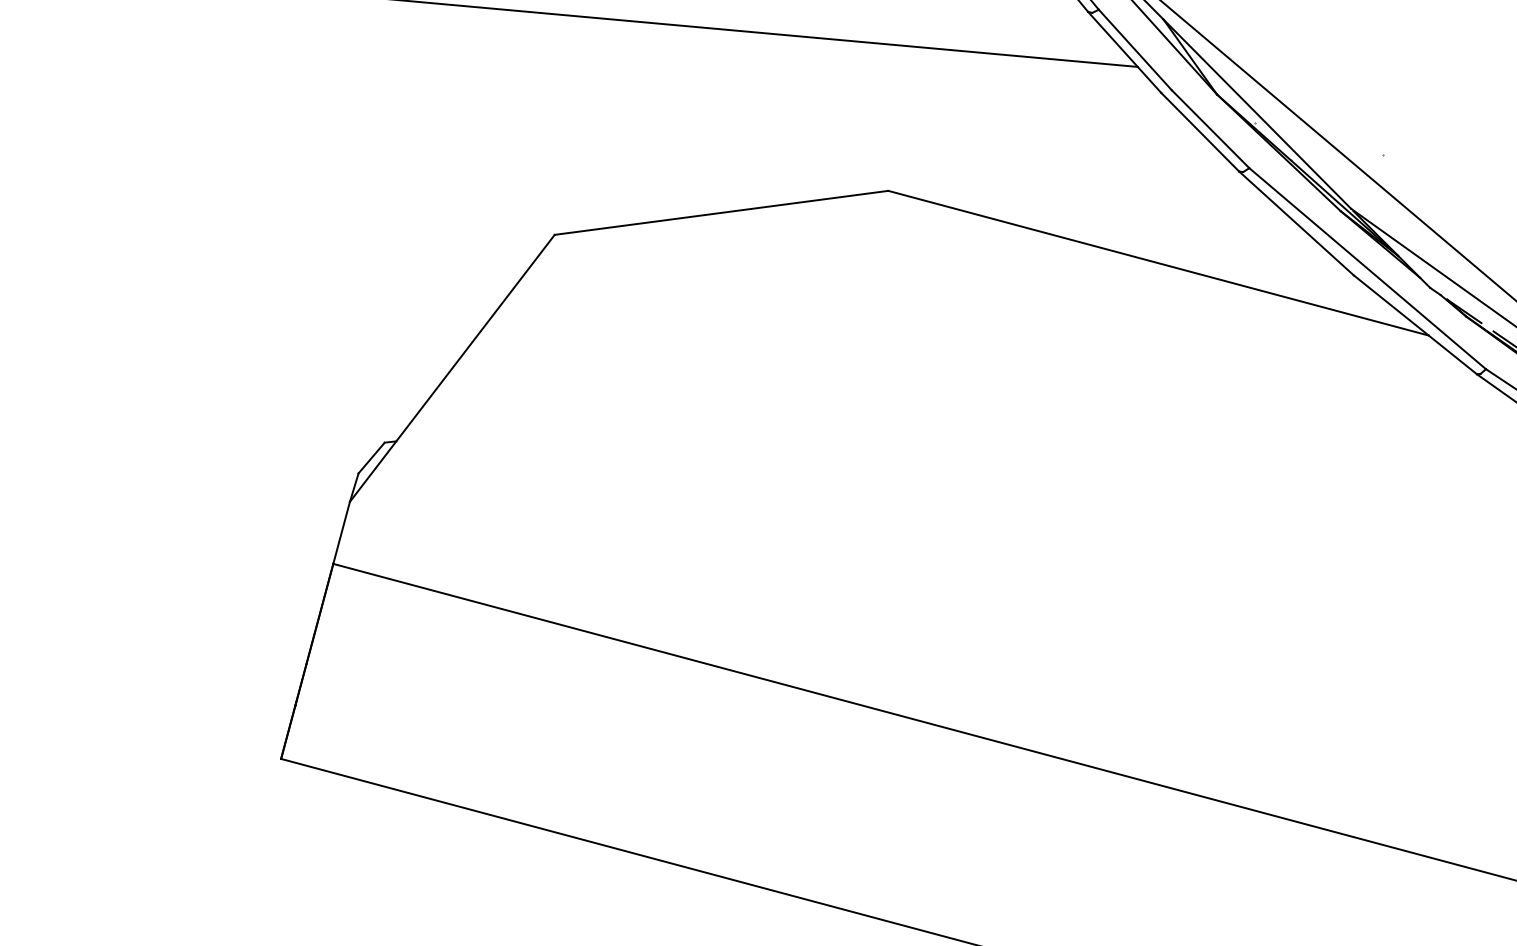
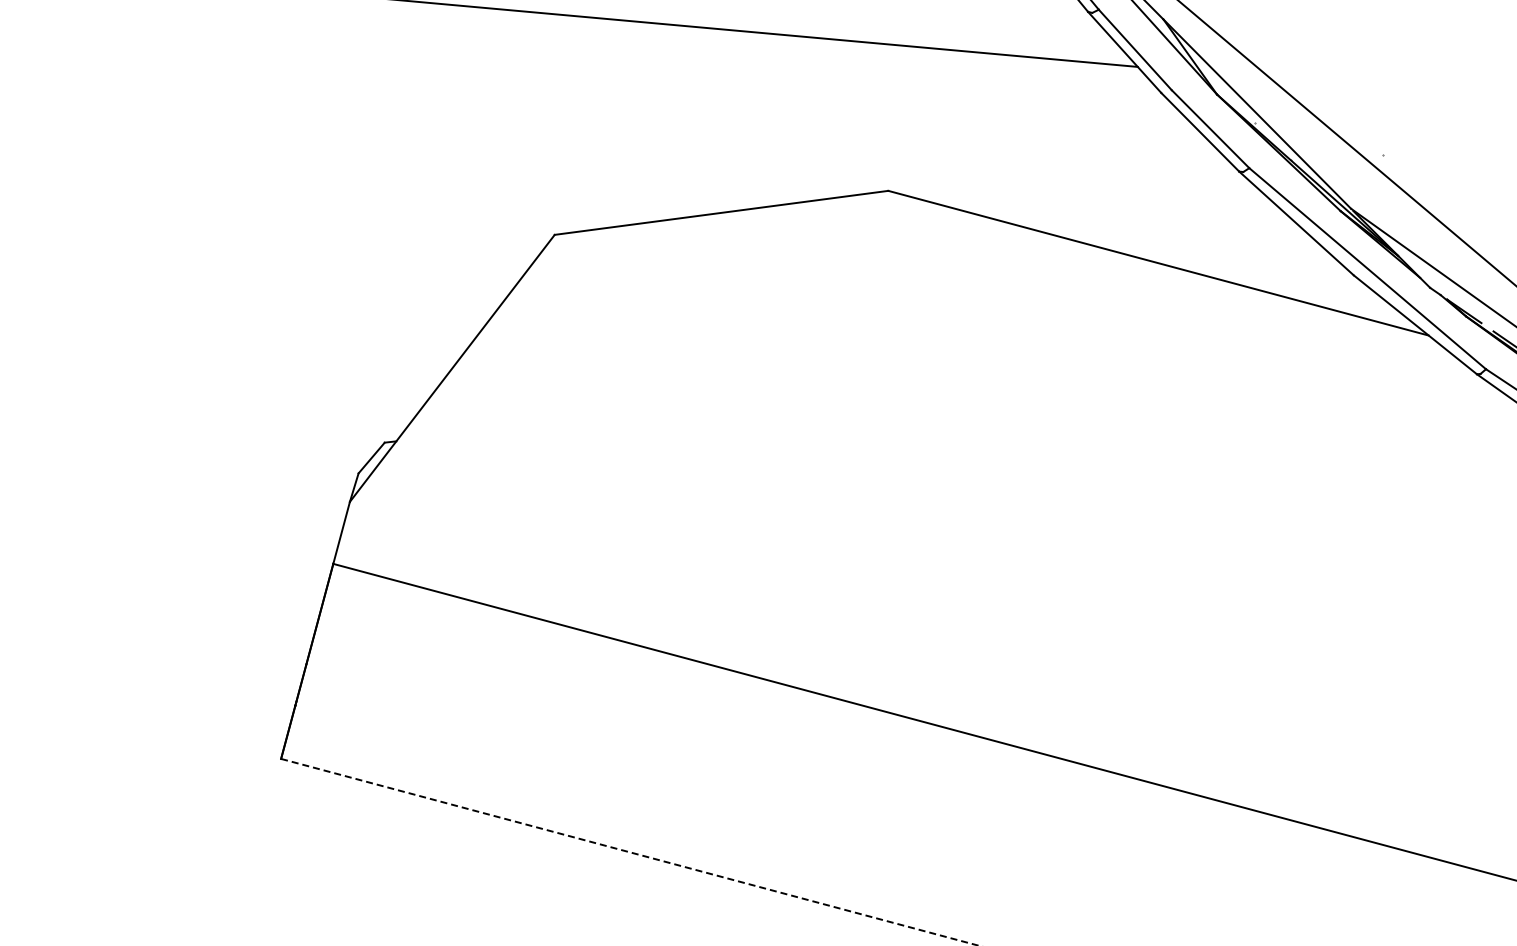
line at (1337, 150) position: (1337, 150) -> (1346, 142)
line at (630, 852): solid -> dashed
